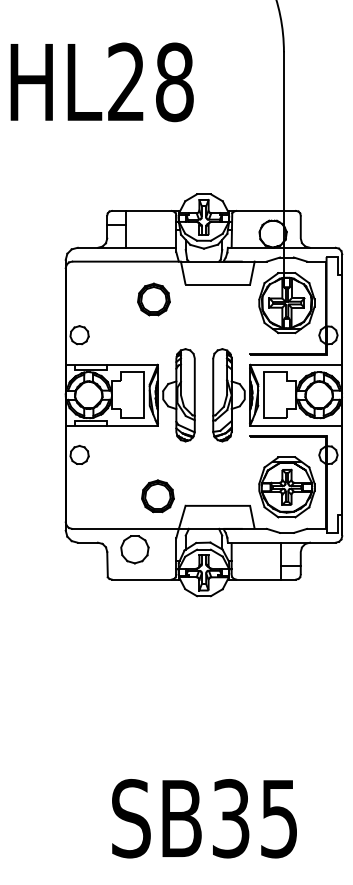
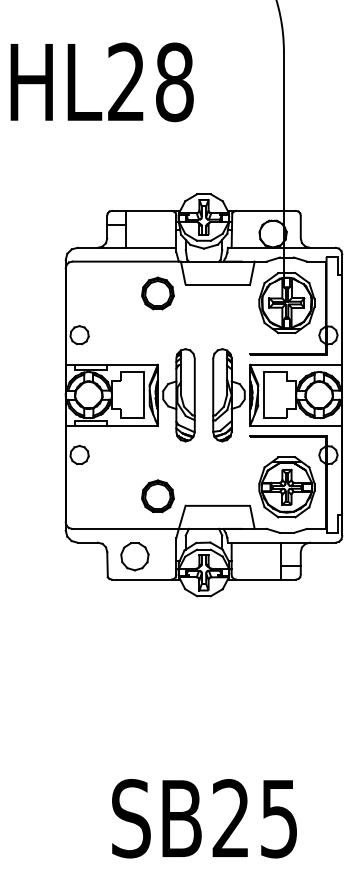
part at (153, 299) position: (153, 299) -> (157, 293)
part at (134, 549) position: (134, 549) -> (134, 556)
text at (230, 818): SB35 -> SB25
